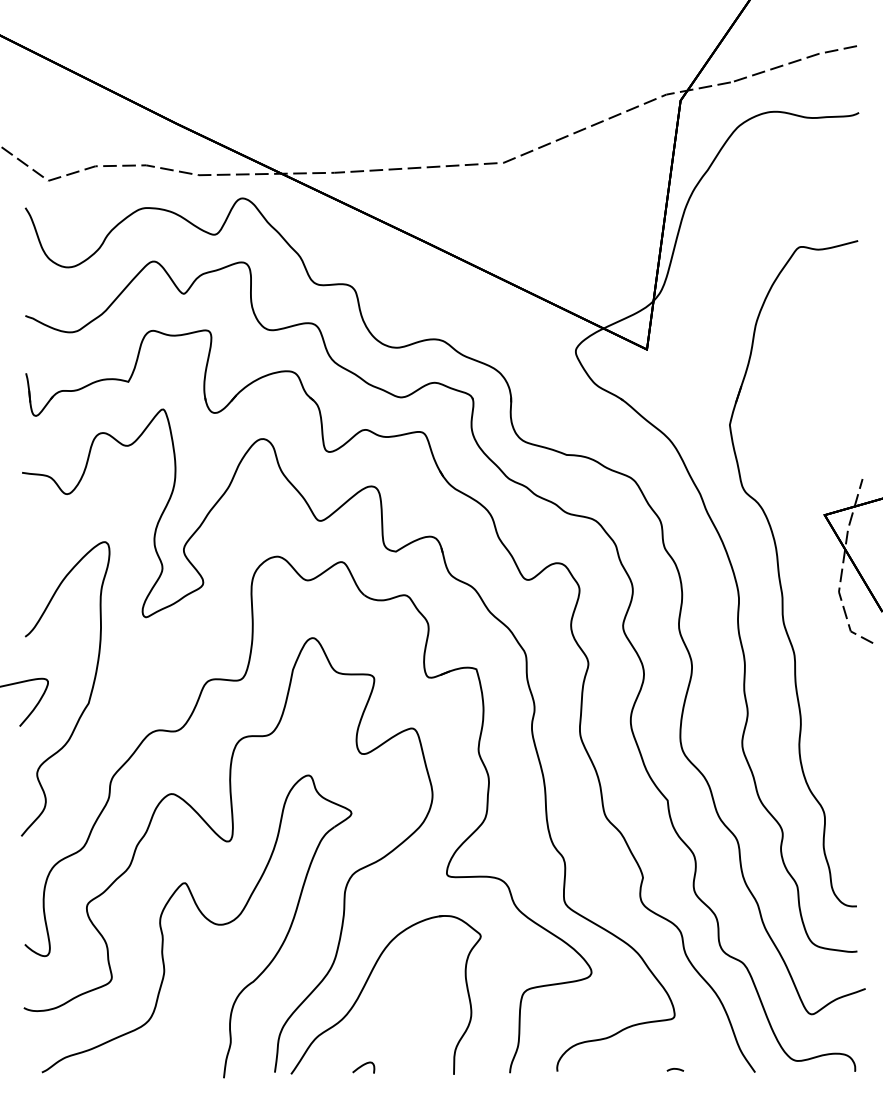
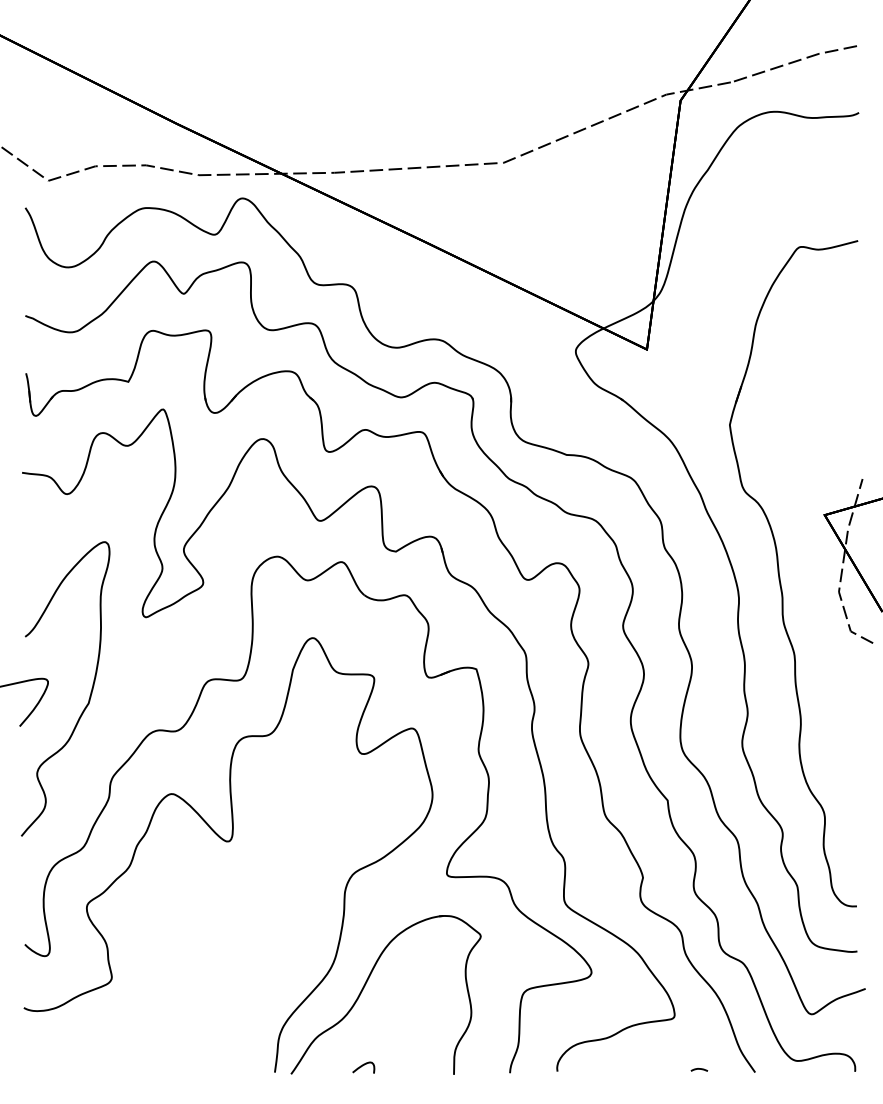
part at (204, 917): present -> none
curve at (675, 1069) position: (675, 1069) -> (699, 1069)
